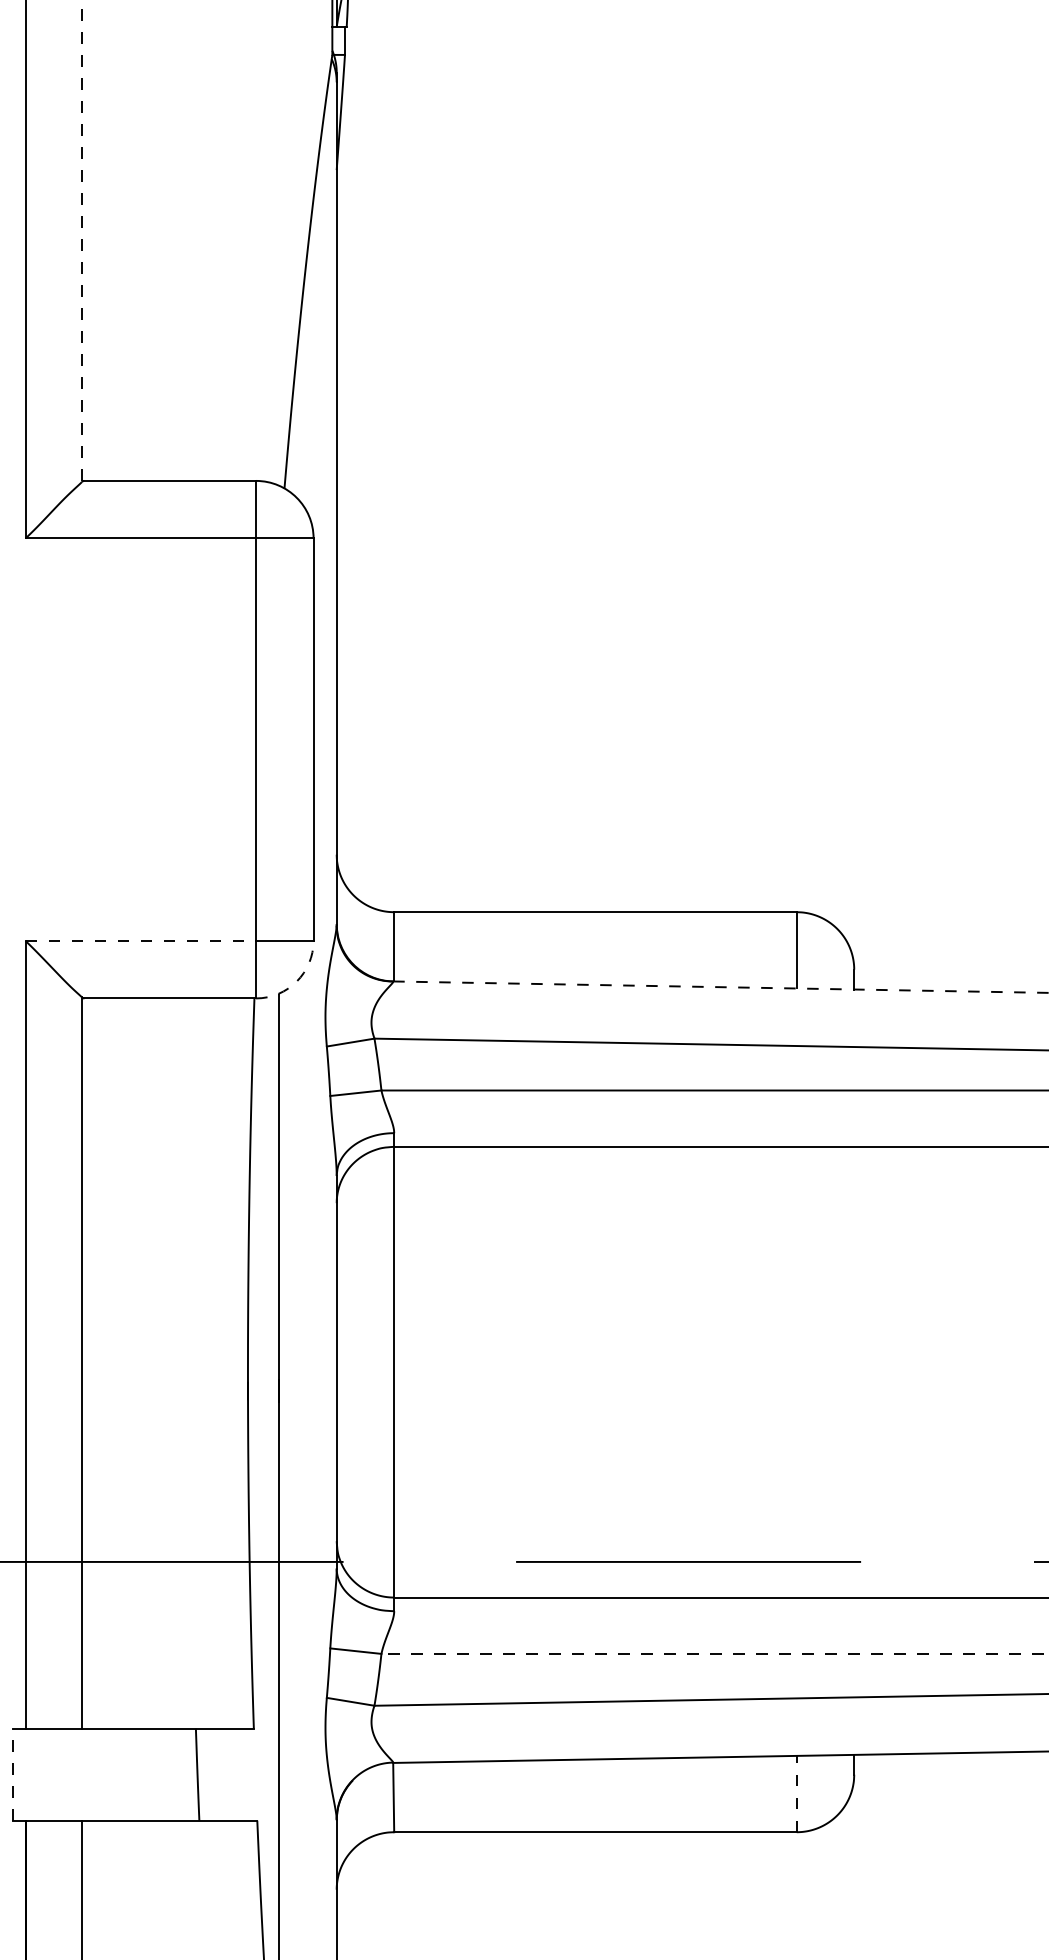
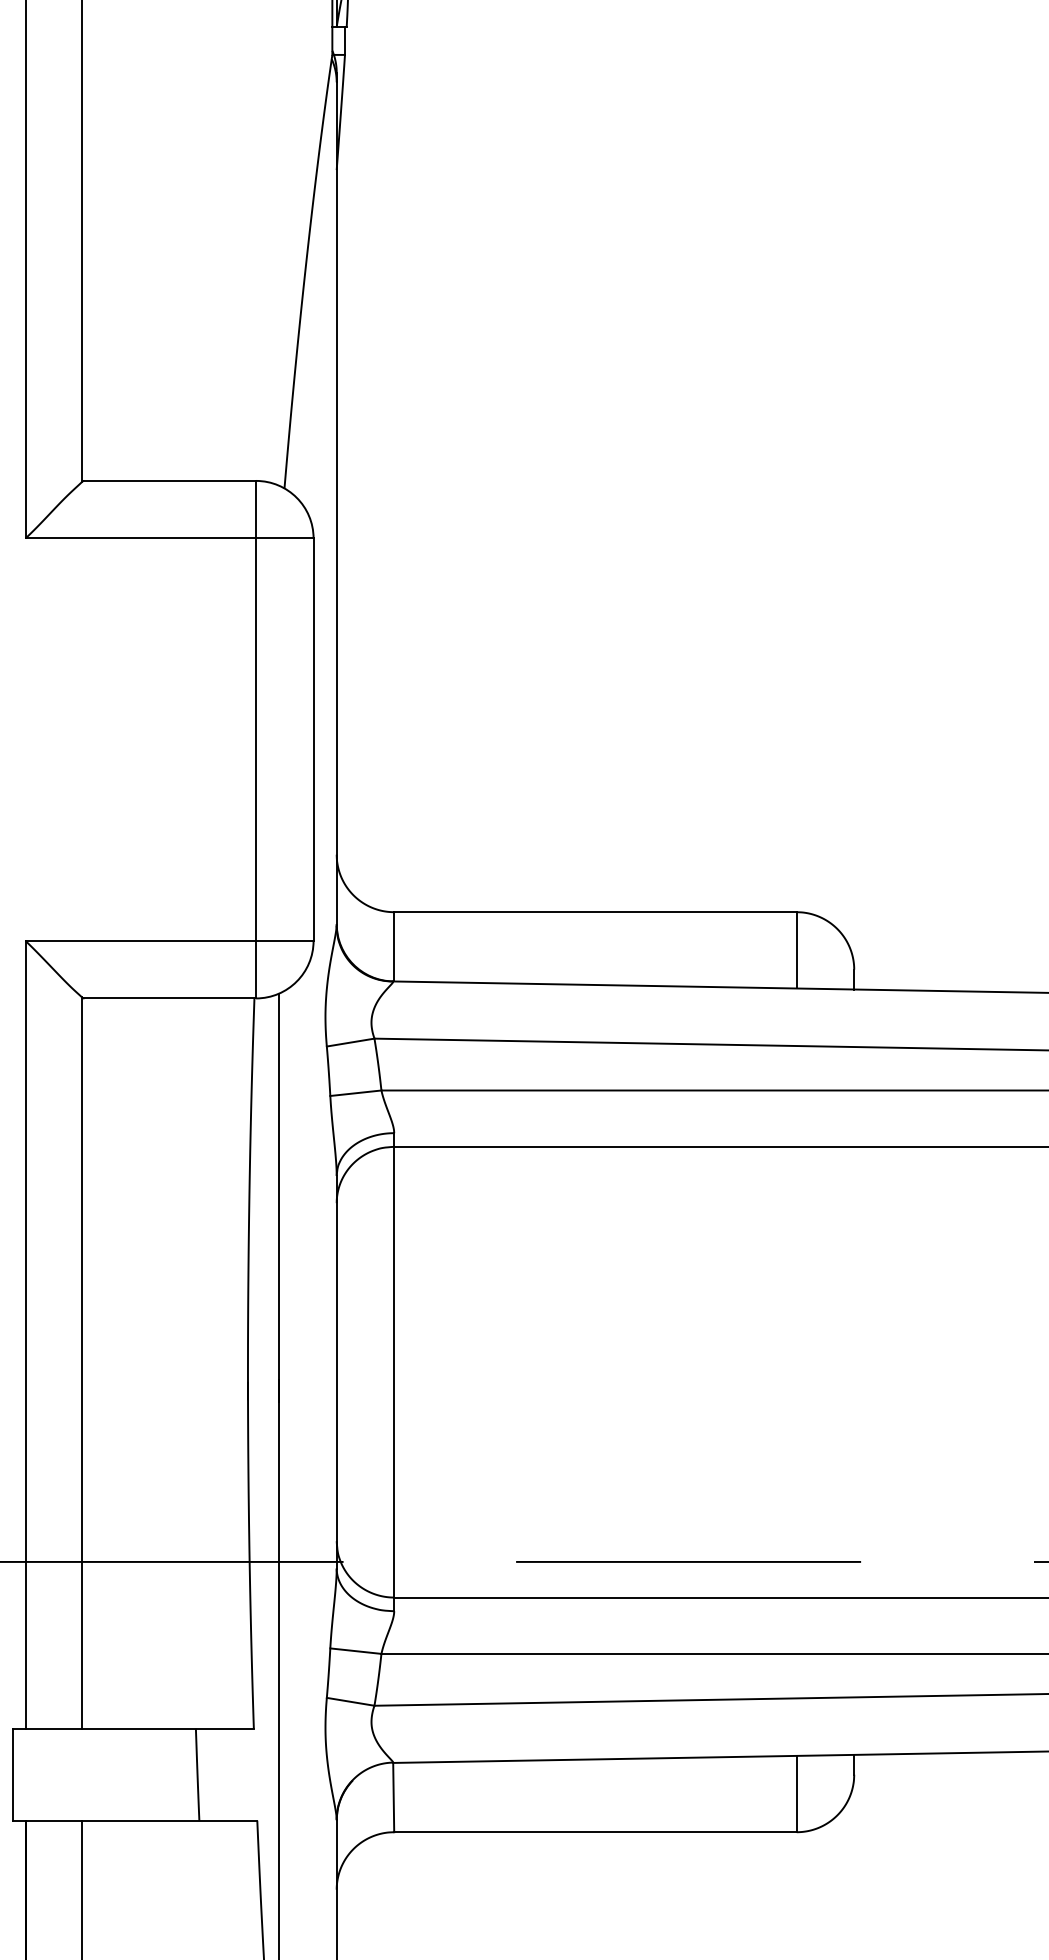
line at (81, 241): dashed -> solid
line at (141, 940): dashed -> solid
arc at (296, 981): dashed -> solid
line at (721, 987): dashed -> solid
line at (714, 1653): dashed -> solid
line at (13, 1774): dashed -> solid
line at (796, 1793): dashed -> solid
